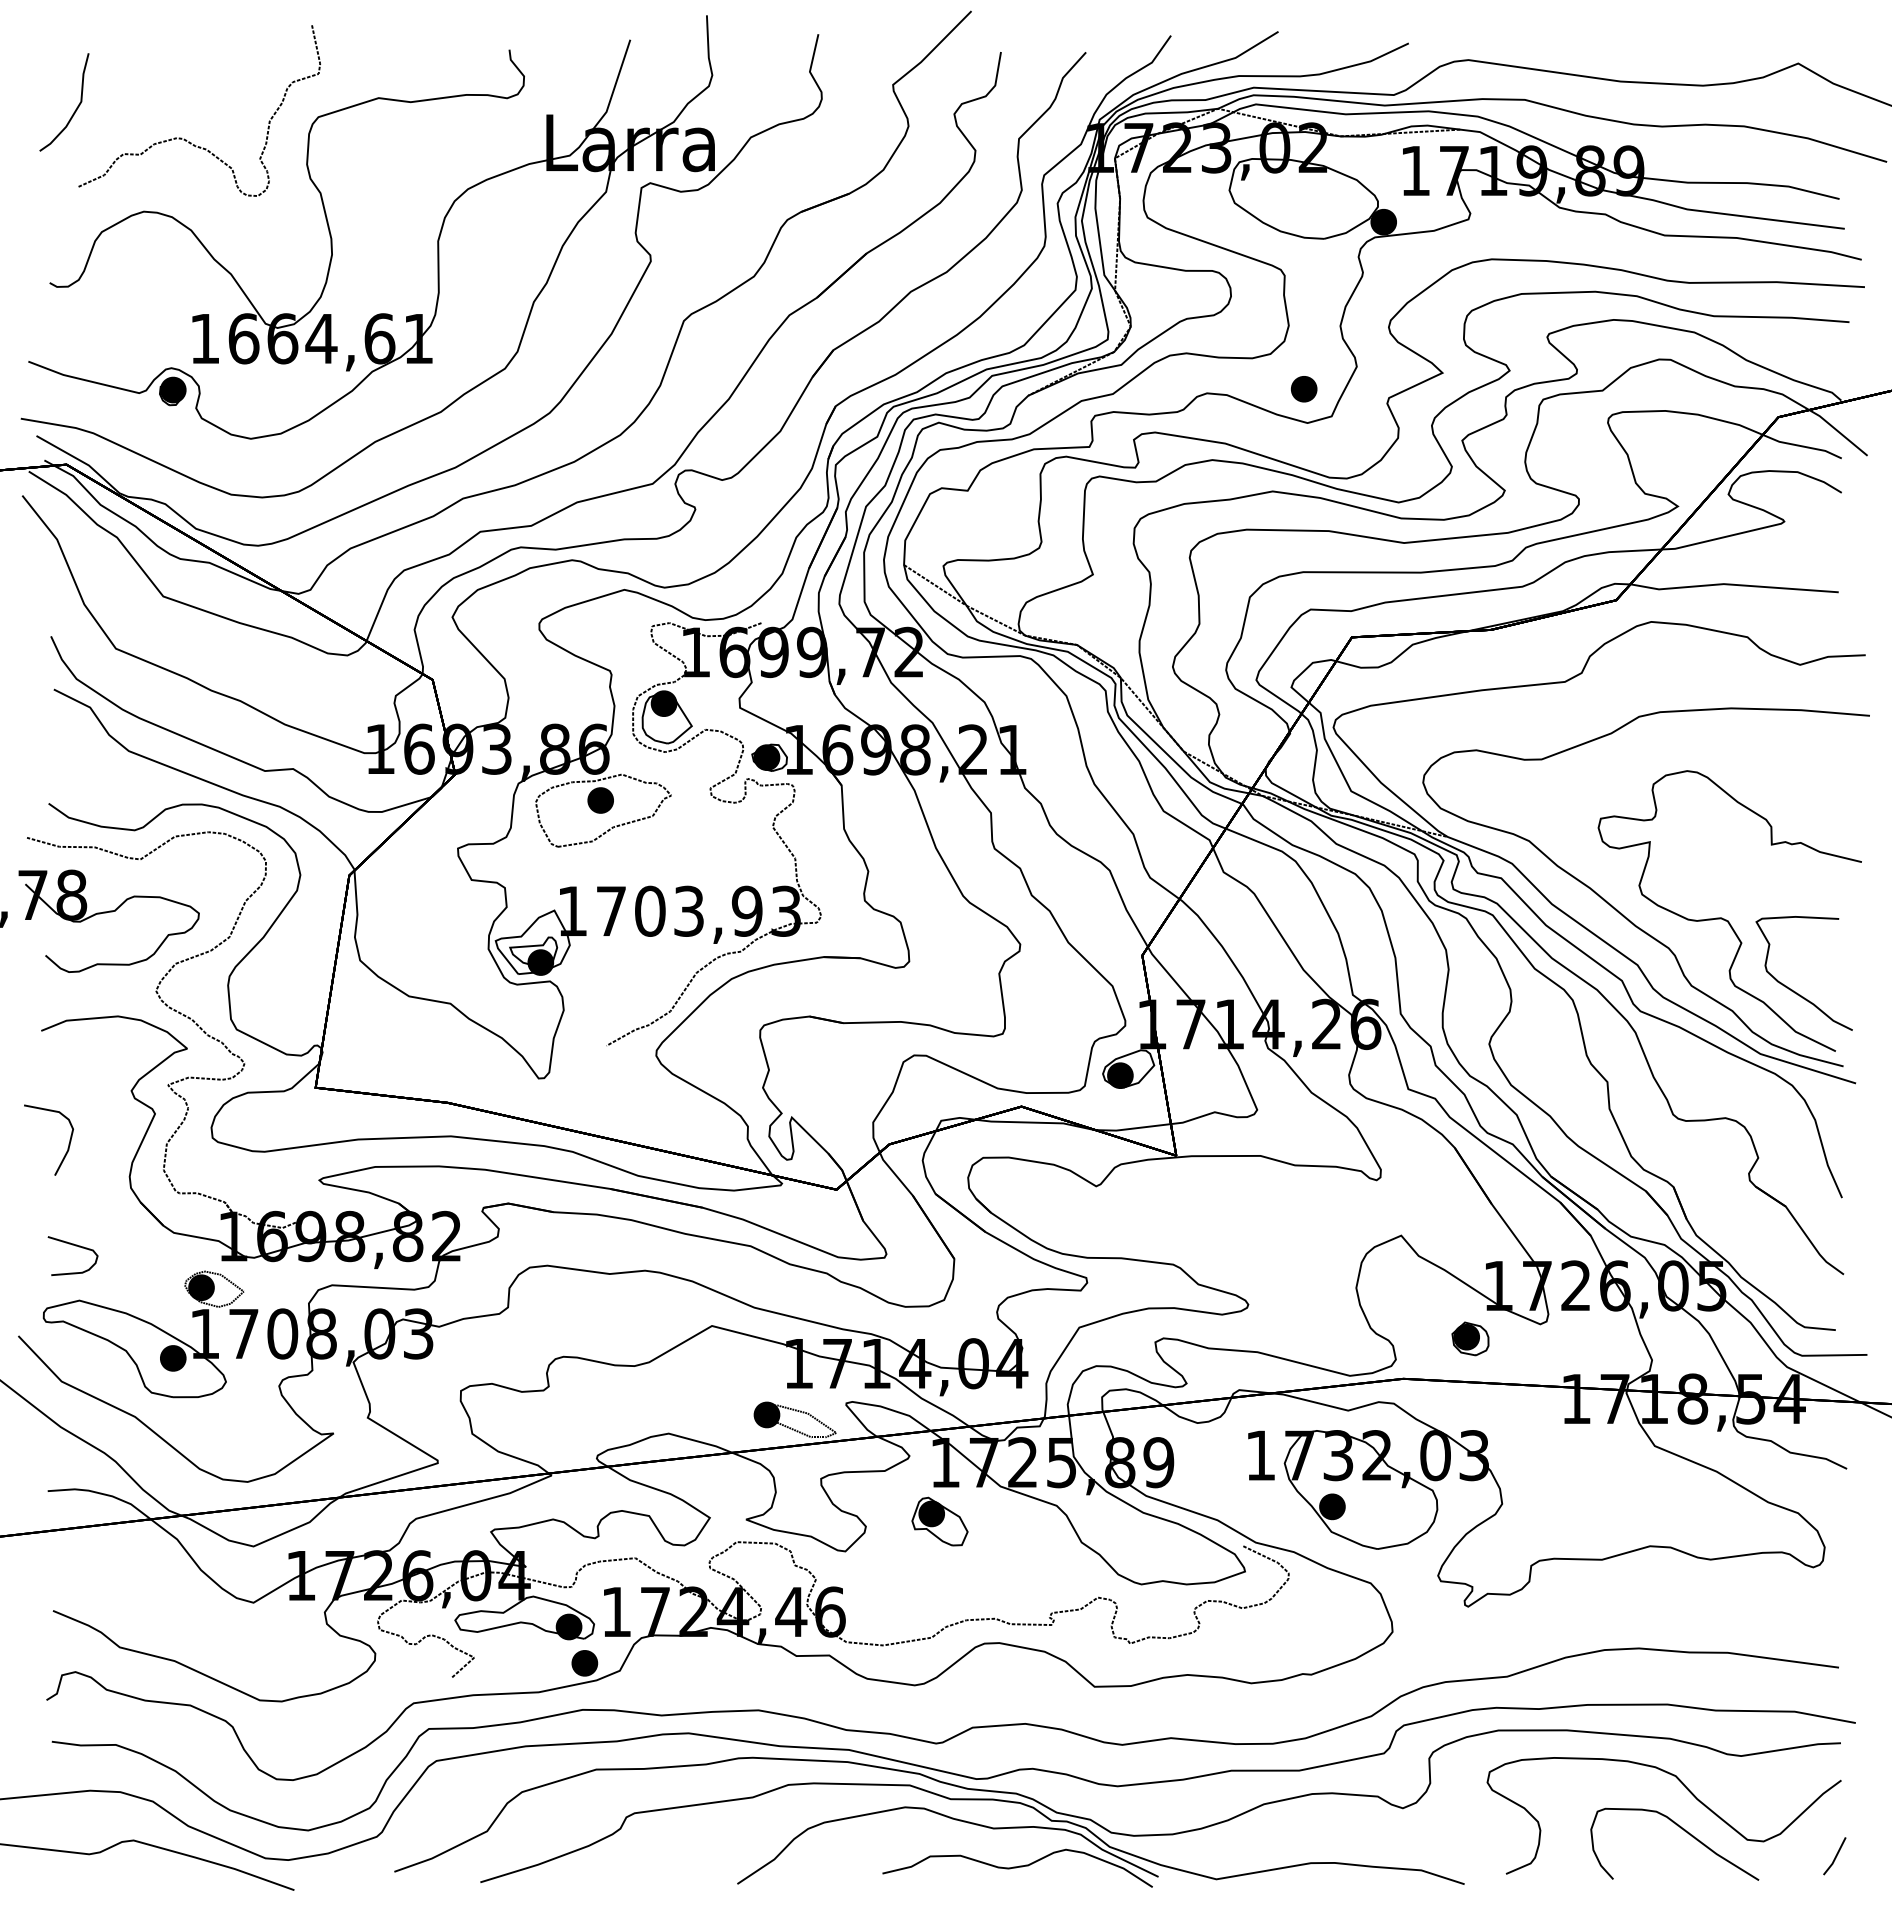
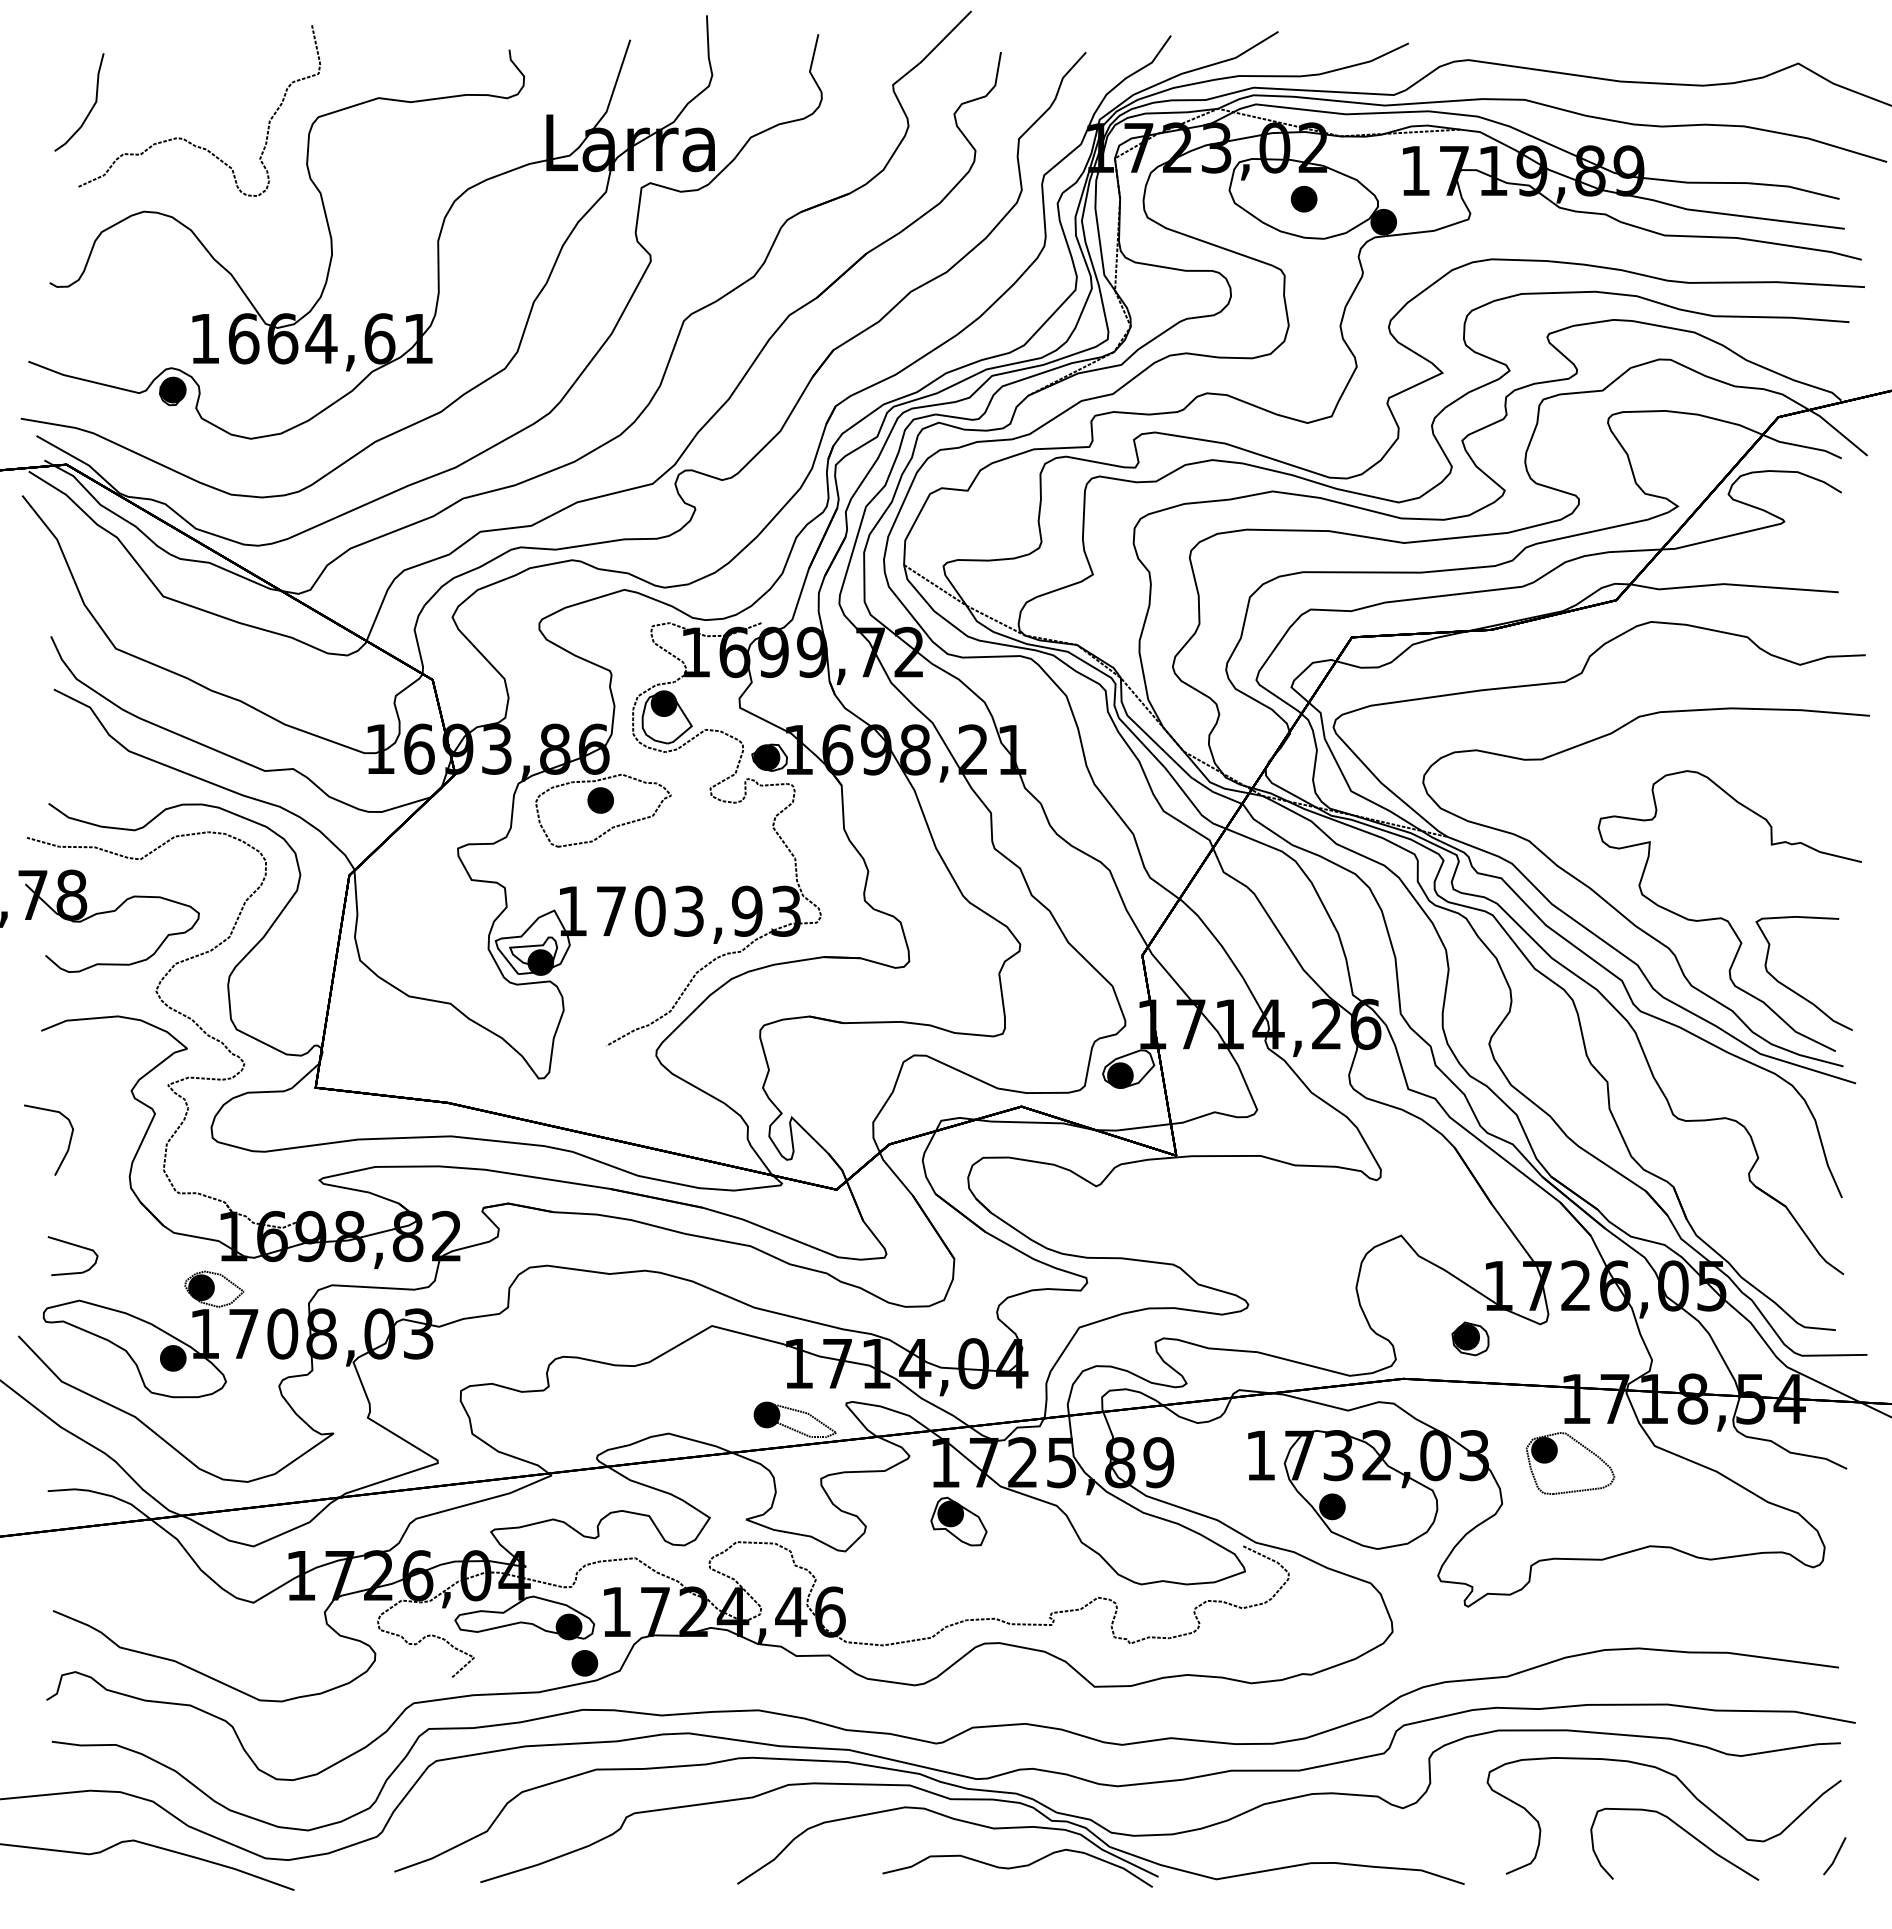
curve at (76, 107) position: (76, 107) -> (91, 107)
part at (1304, 389) position: (1304, 389) -> (1304, 199)
part at (1556, 1456): none -> present
part at (939, 1521) position: (939, 1521) -> (958, 1521)
